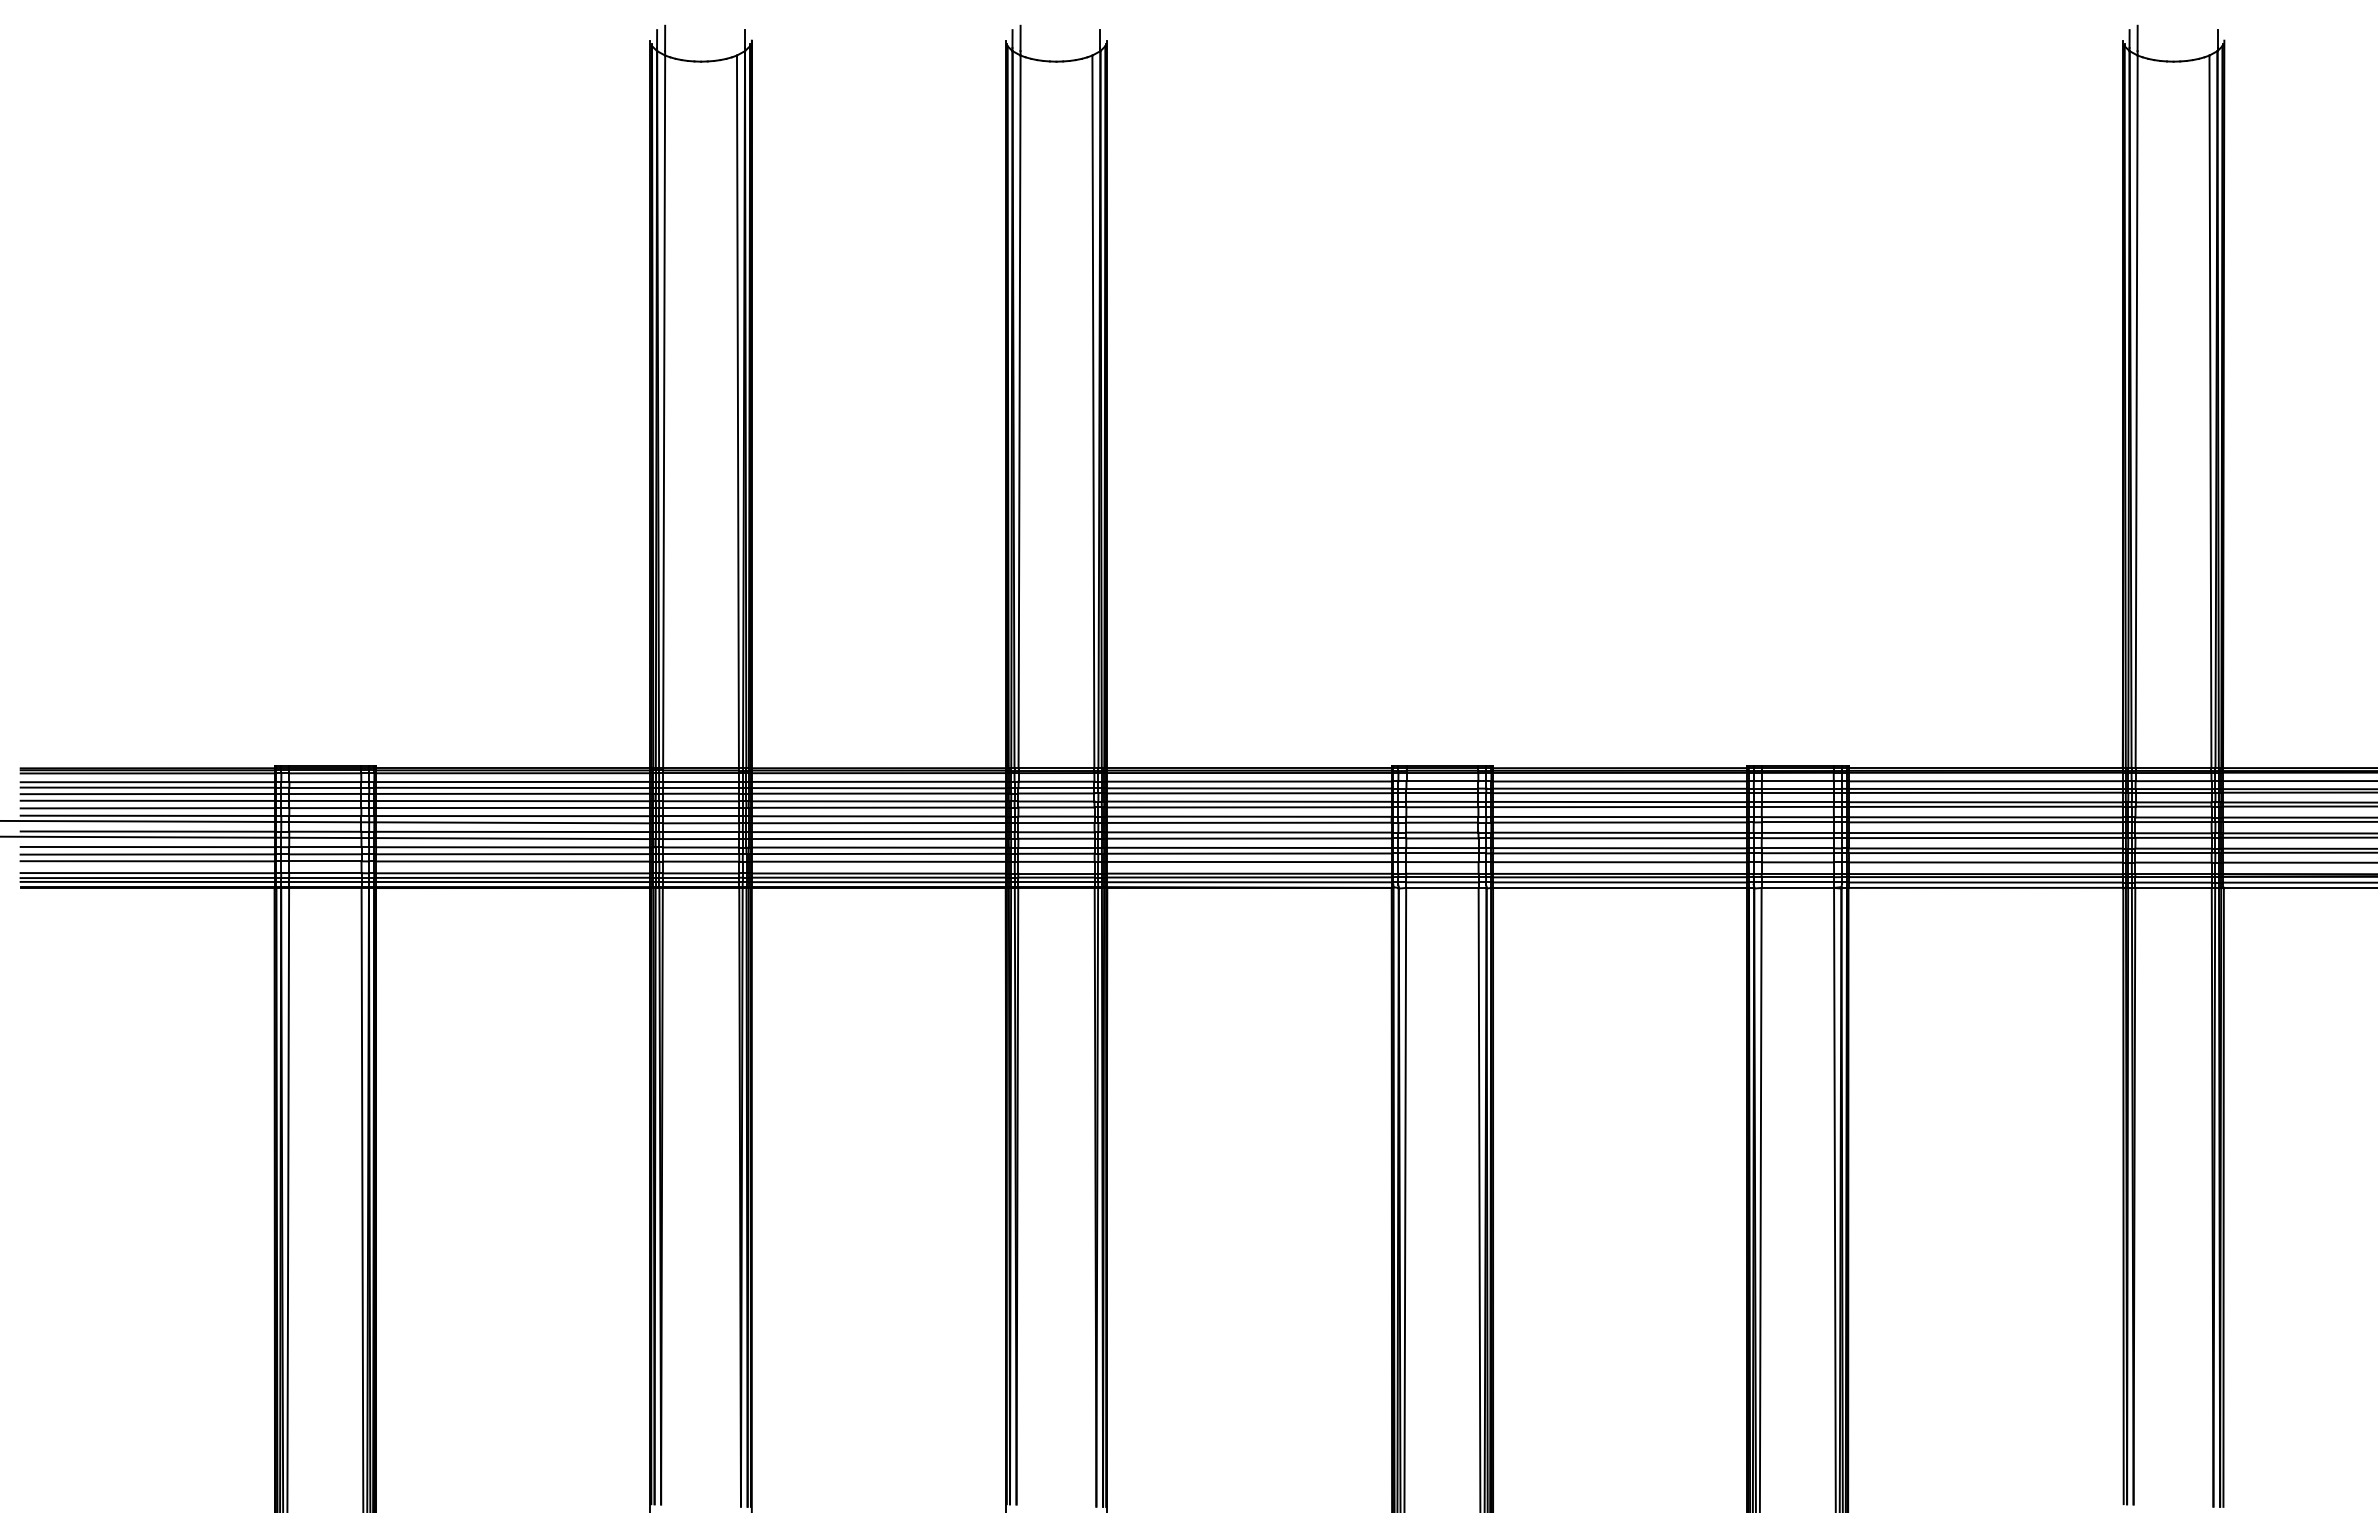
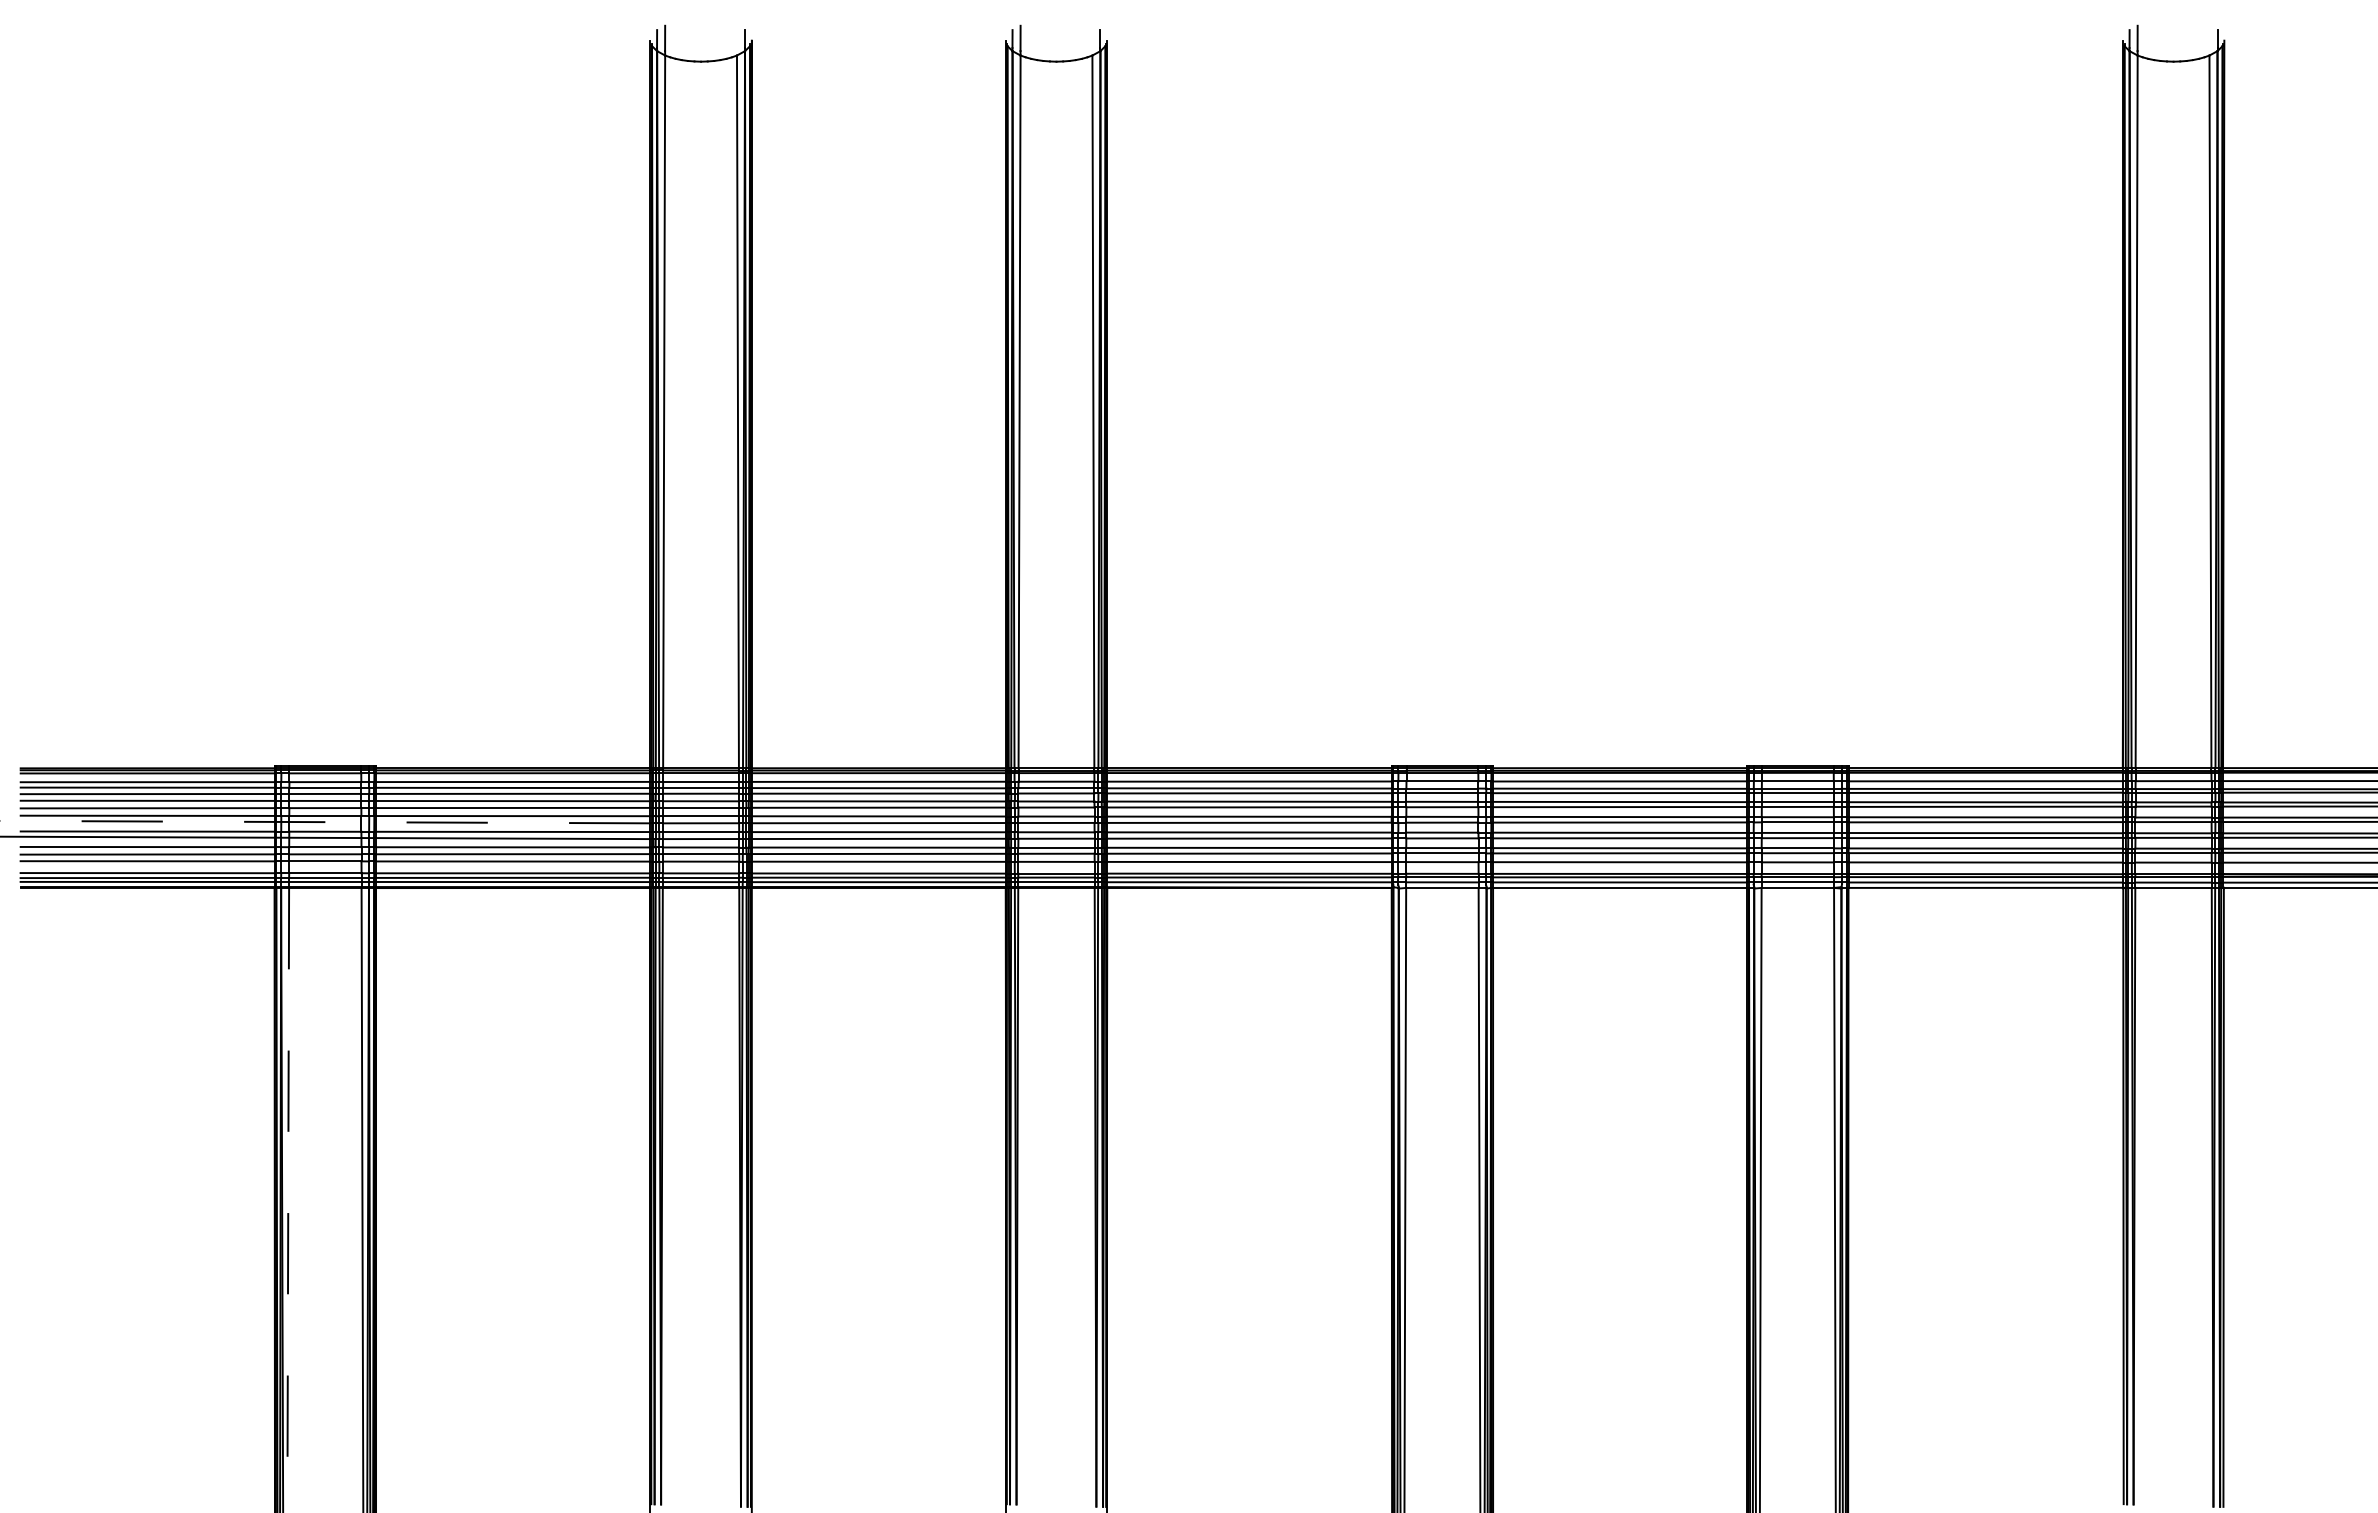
line at (325, 822): solid -> dashed
line at (288, 1200): solid -> dashed
